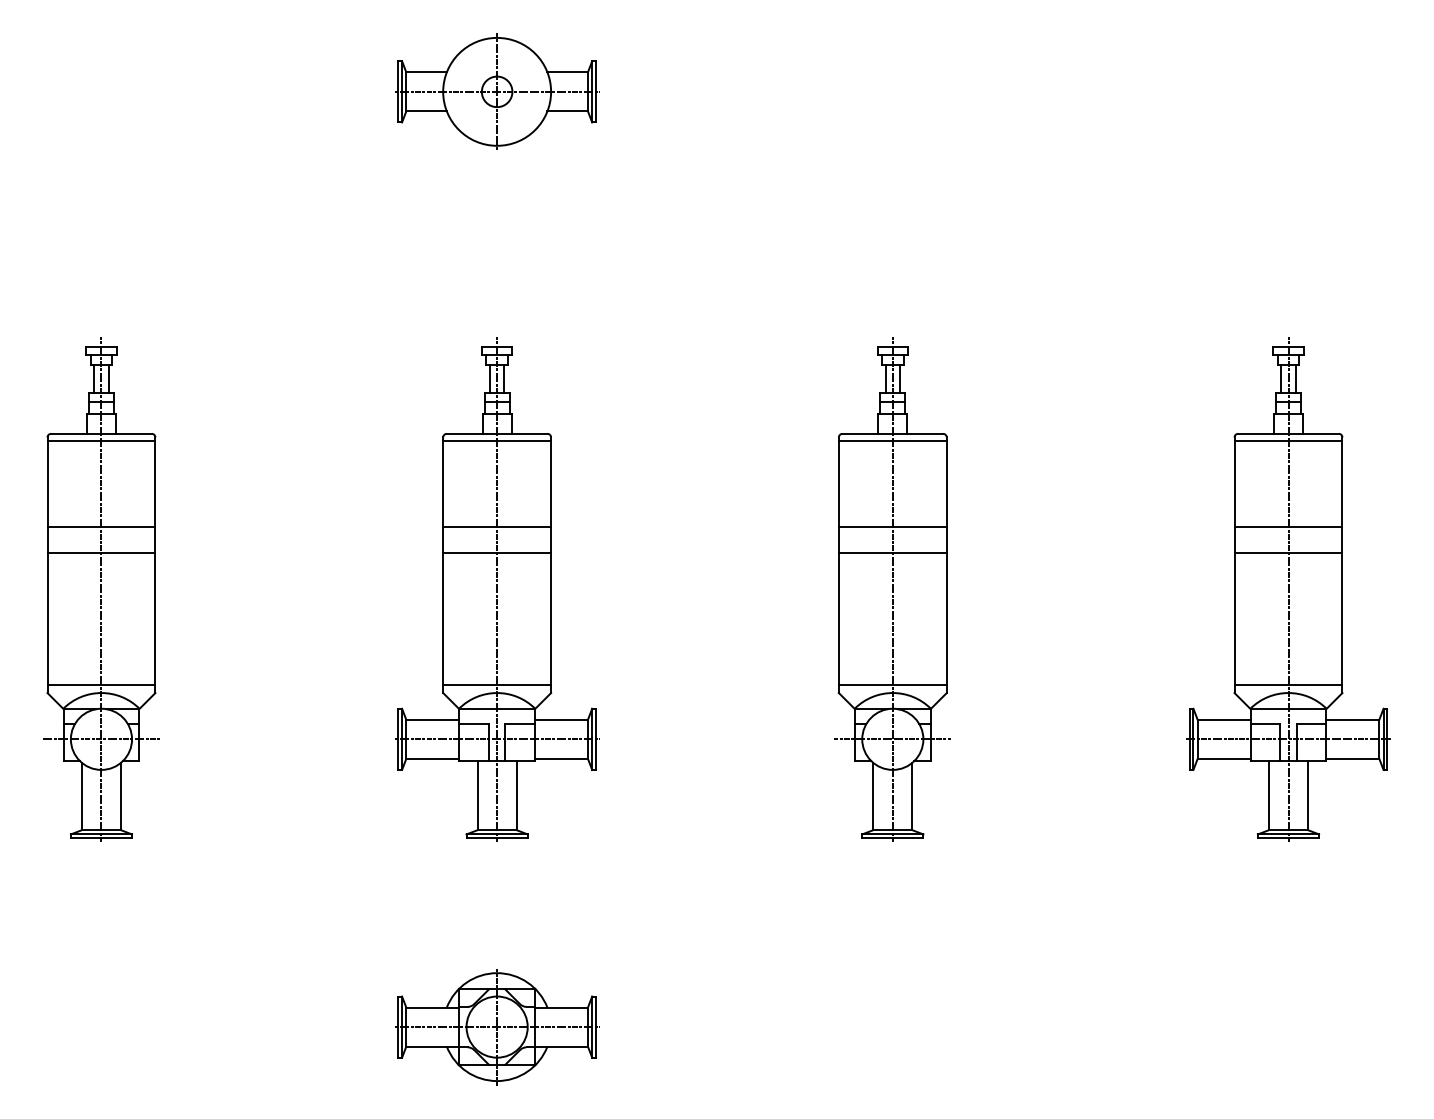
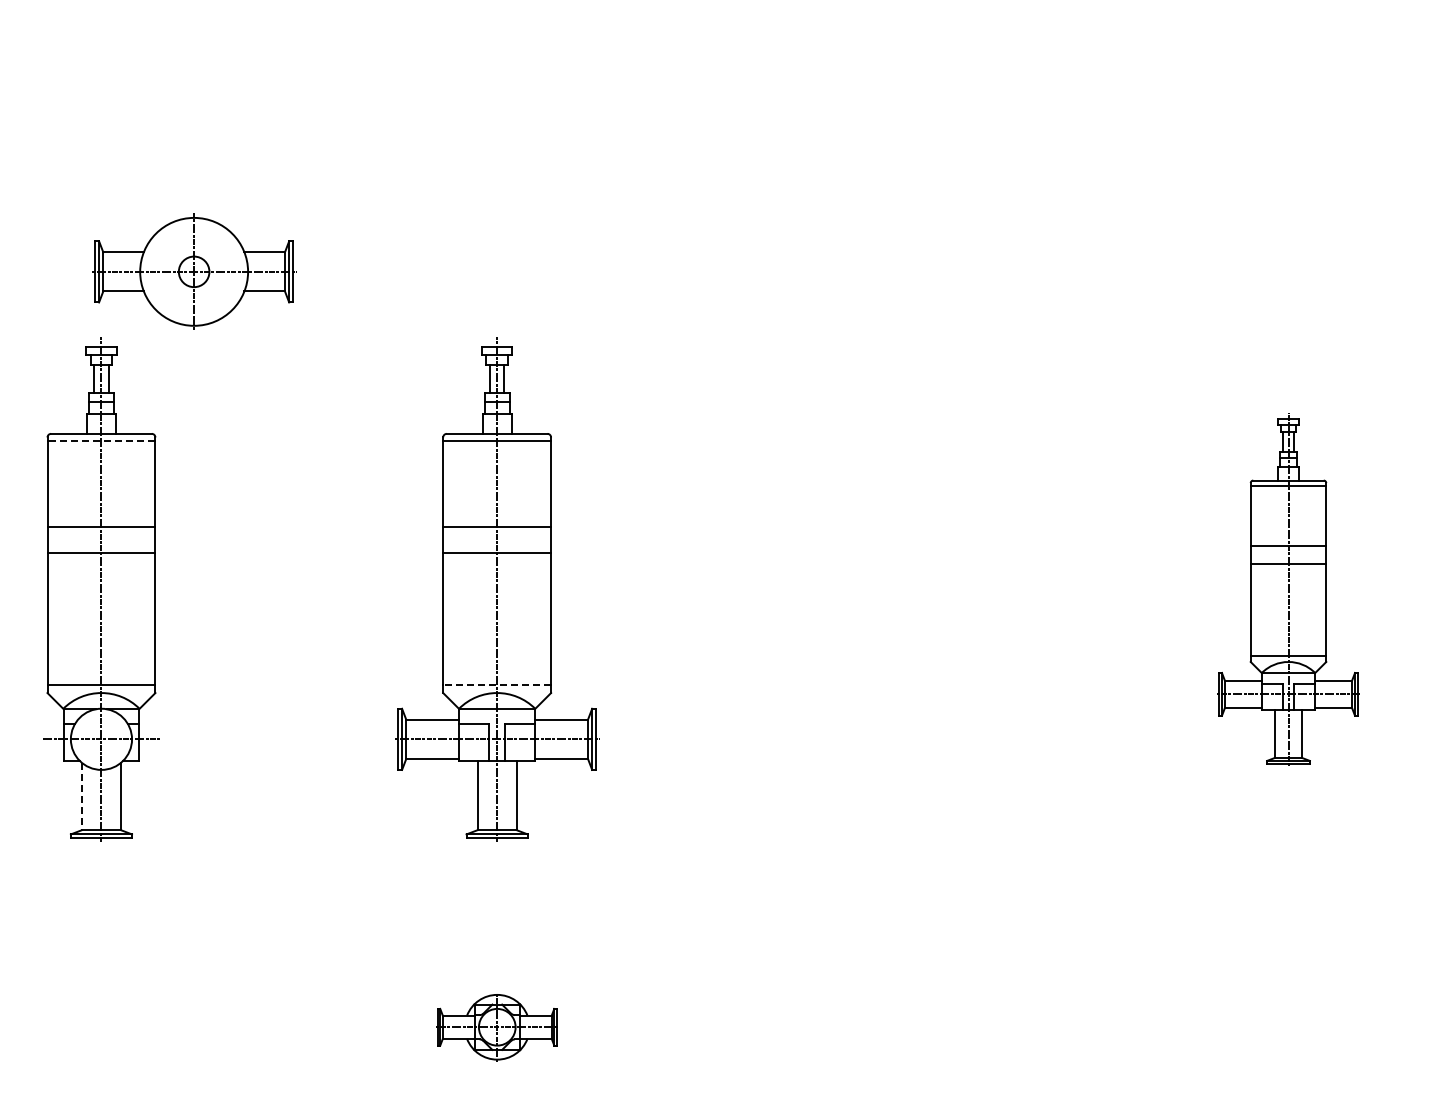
part at (497, 91) position: (497, 91) -> (194, 271)
line at (101, 441): solid -> dashed
part at (892, 589): present -> none
part at (1288, 589) size: 205x505 px -> 143x353 px
line at (497, 684): solid -> dashed
line at (81, 796): solid -> dashed
part at (497, 1027) size: 205x117 px -> 122x68 px
